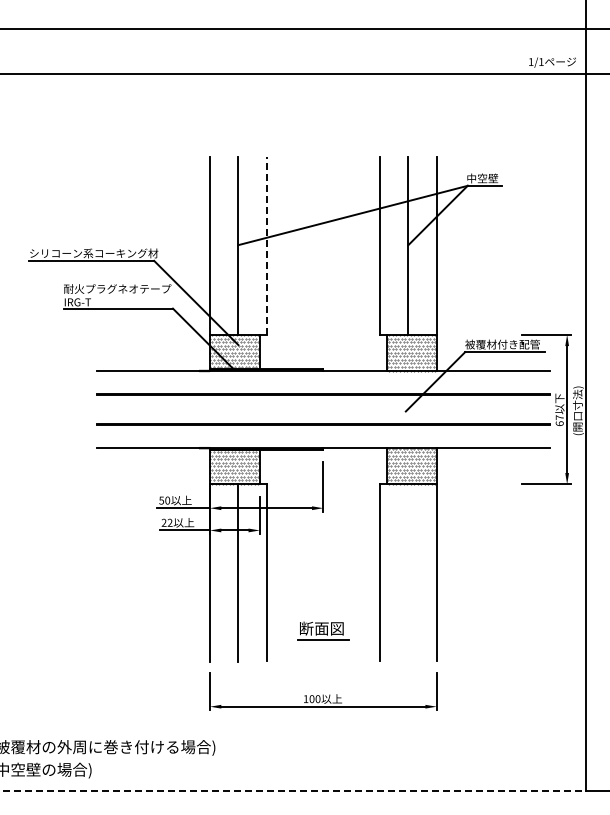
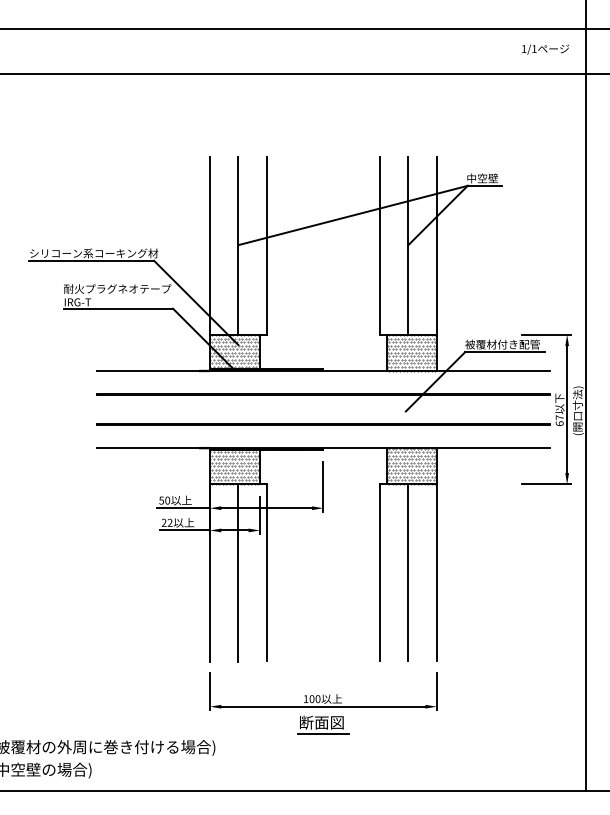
text at (552, 62) position: (552, 62) -> (545, 49)
line at (266, 245): dashed -> solid
line at (408, 572): none -> present
part at (323, 630) position: (323, 630) -> (323, 724)
line at (293, 790): dashed -> solid
